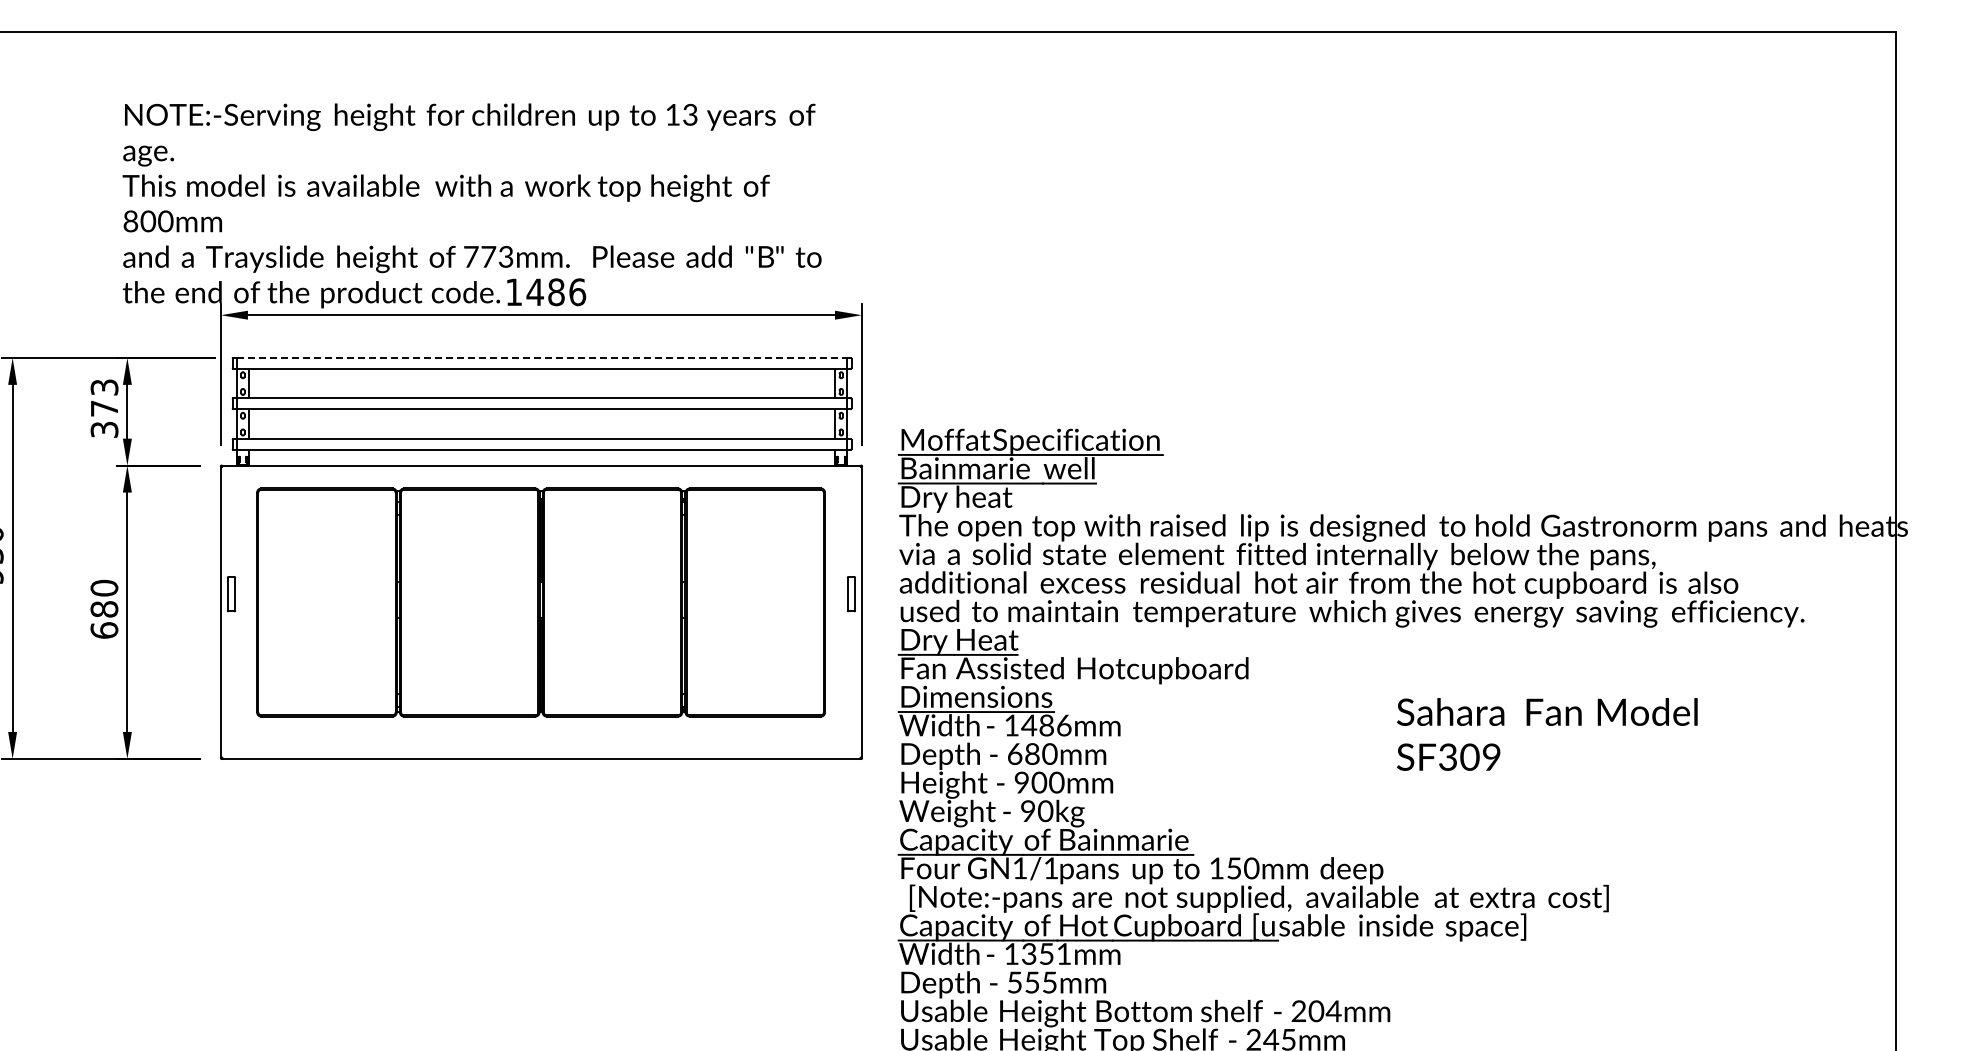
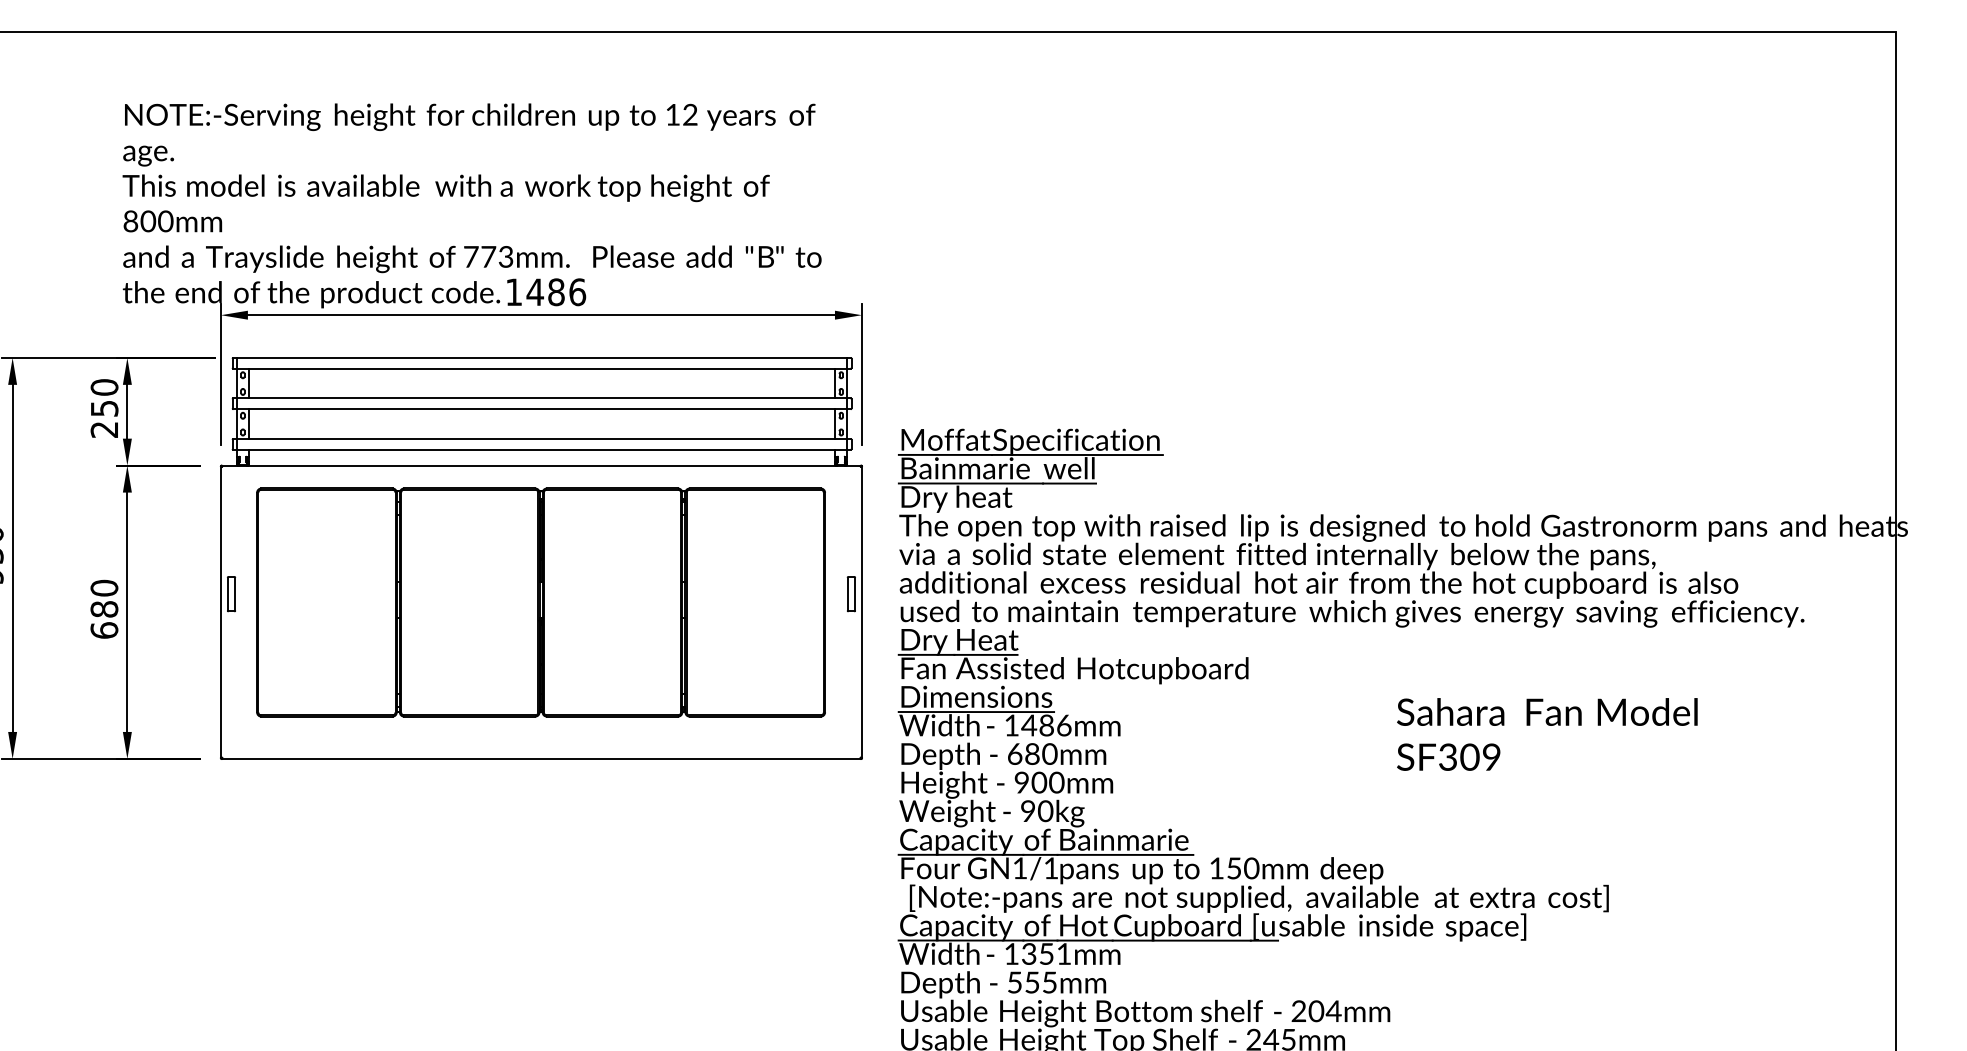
text at (690, 116): 13 -> 12
line at (542, 357): dashed -> solid
text at (104, 408): 373 -> 250
